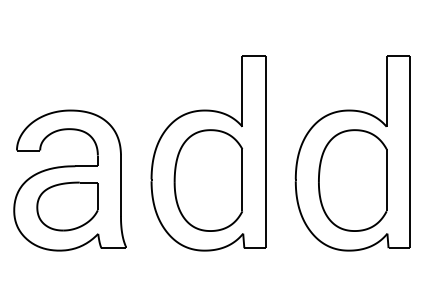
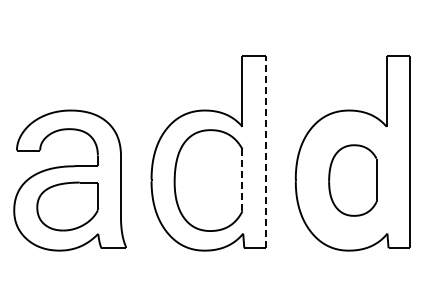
line at (265, 152): solid -> dashed
line at (242, 179): solid -> dashed
part at (352, 180) size: 70x103 px -> 50x73 px
